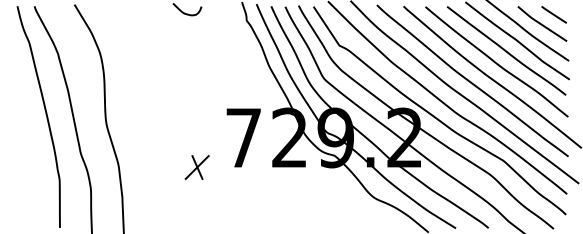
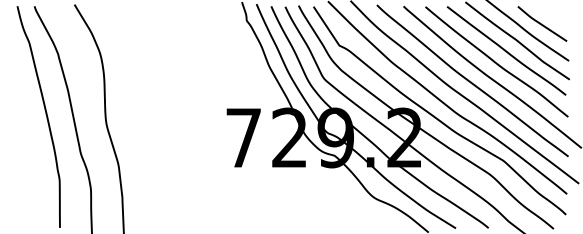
curve at (187, 13): present -> none
line at (553, 14): present -> none
part at (196, 167): present -> none
